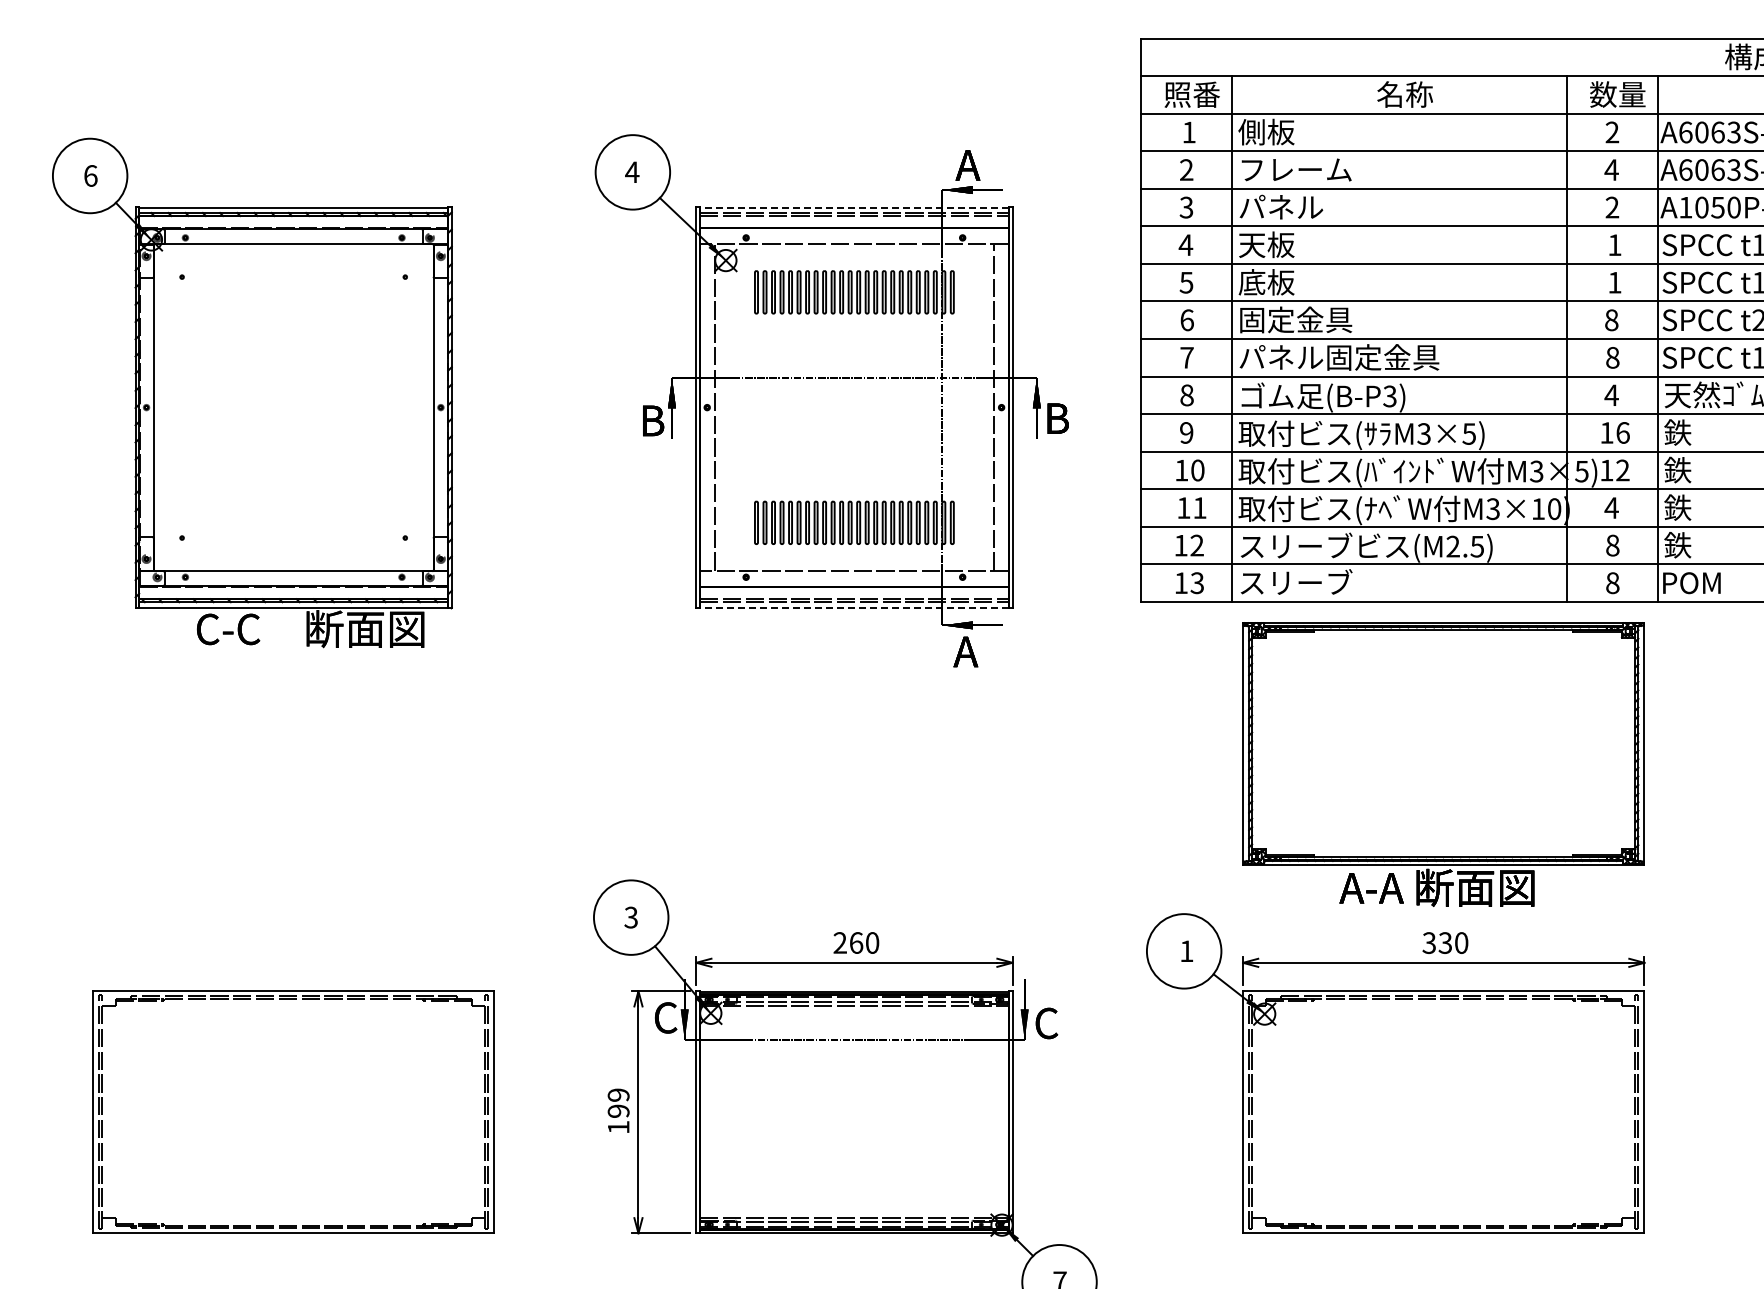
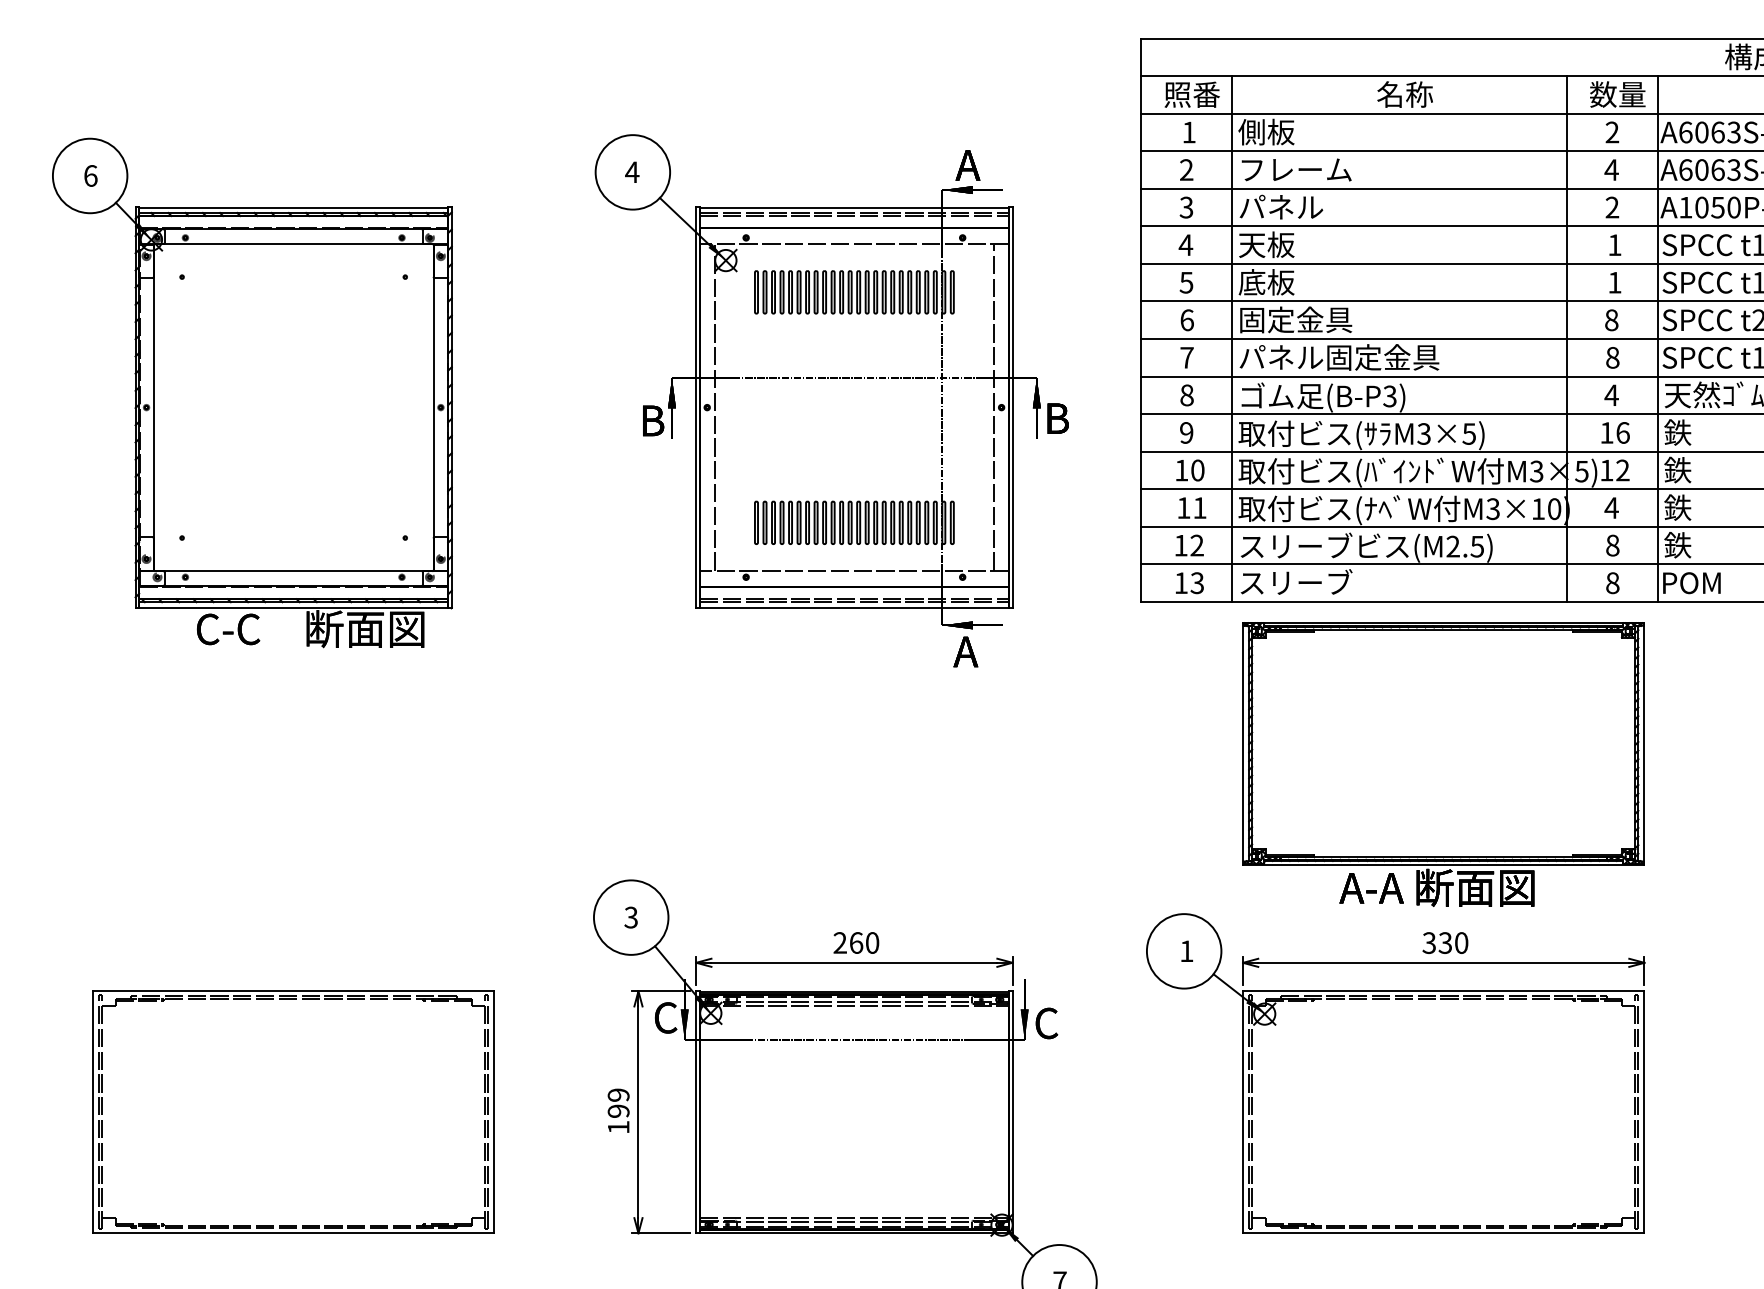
line at (853, 207): dashed -> solid
line at (853, 607): dashed -> solid
